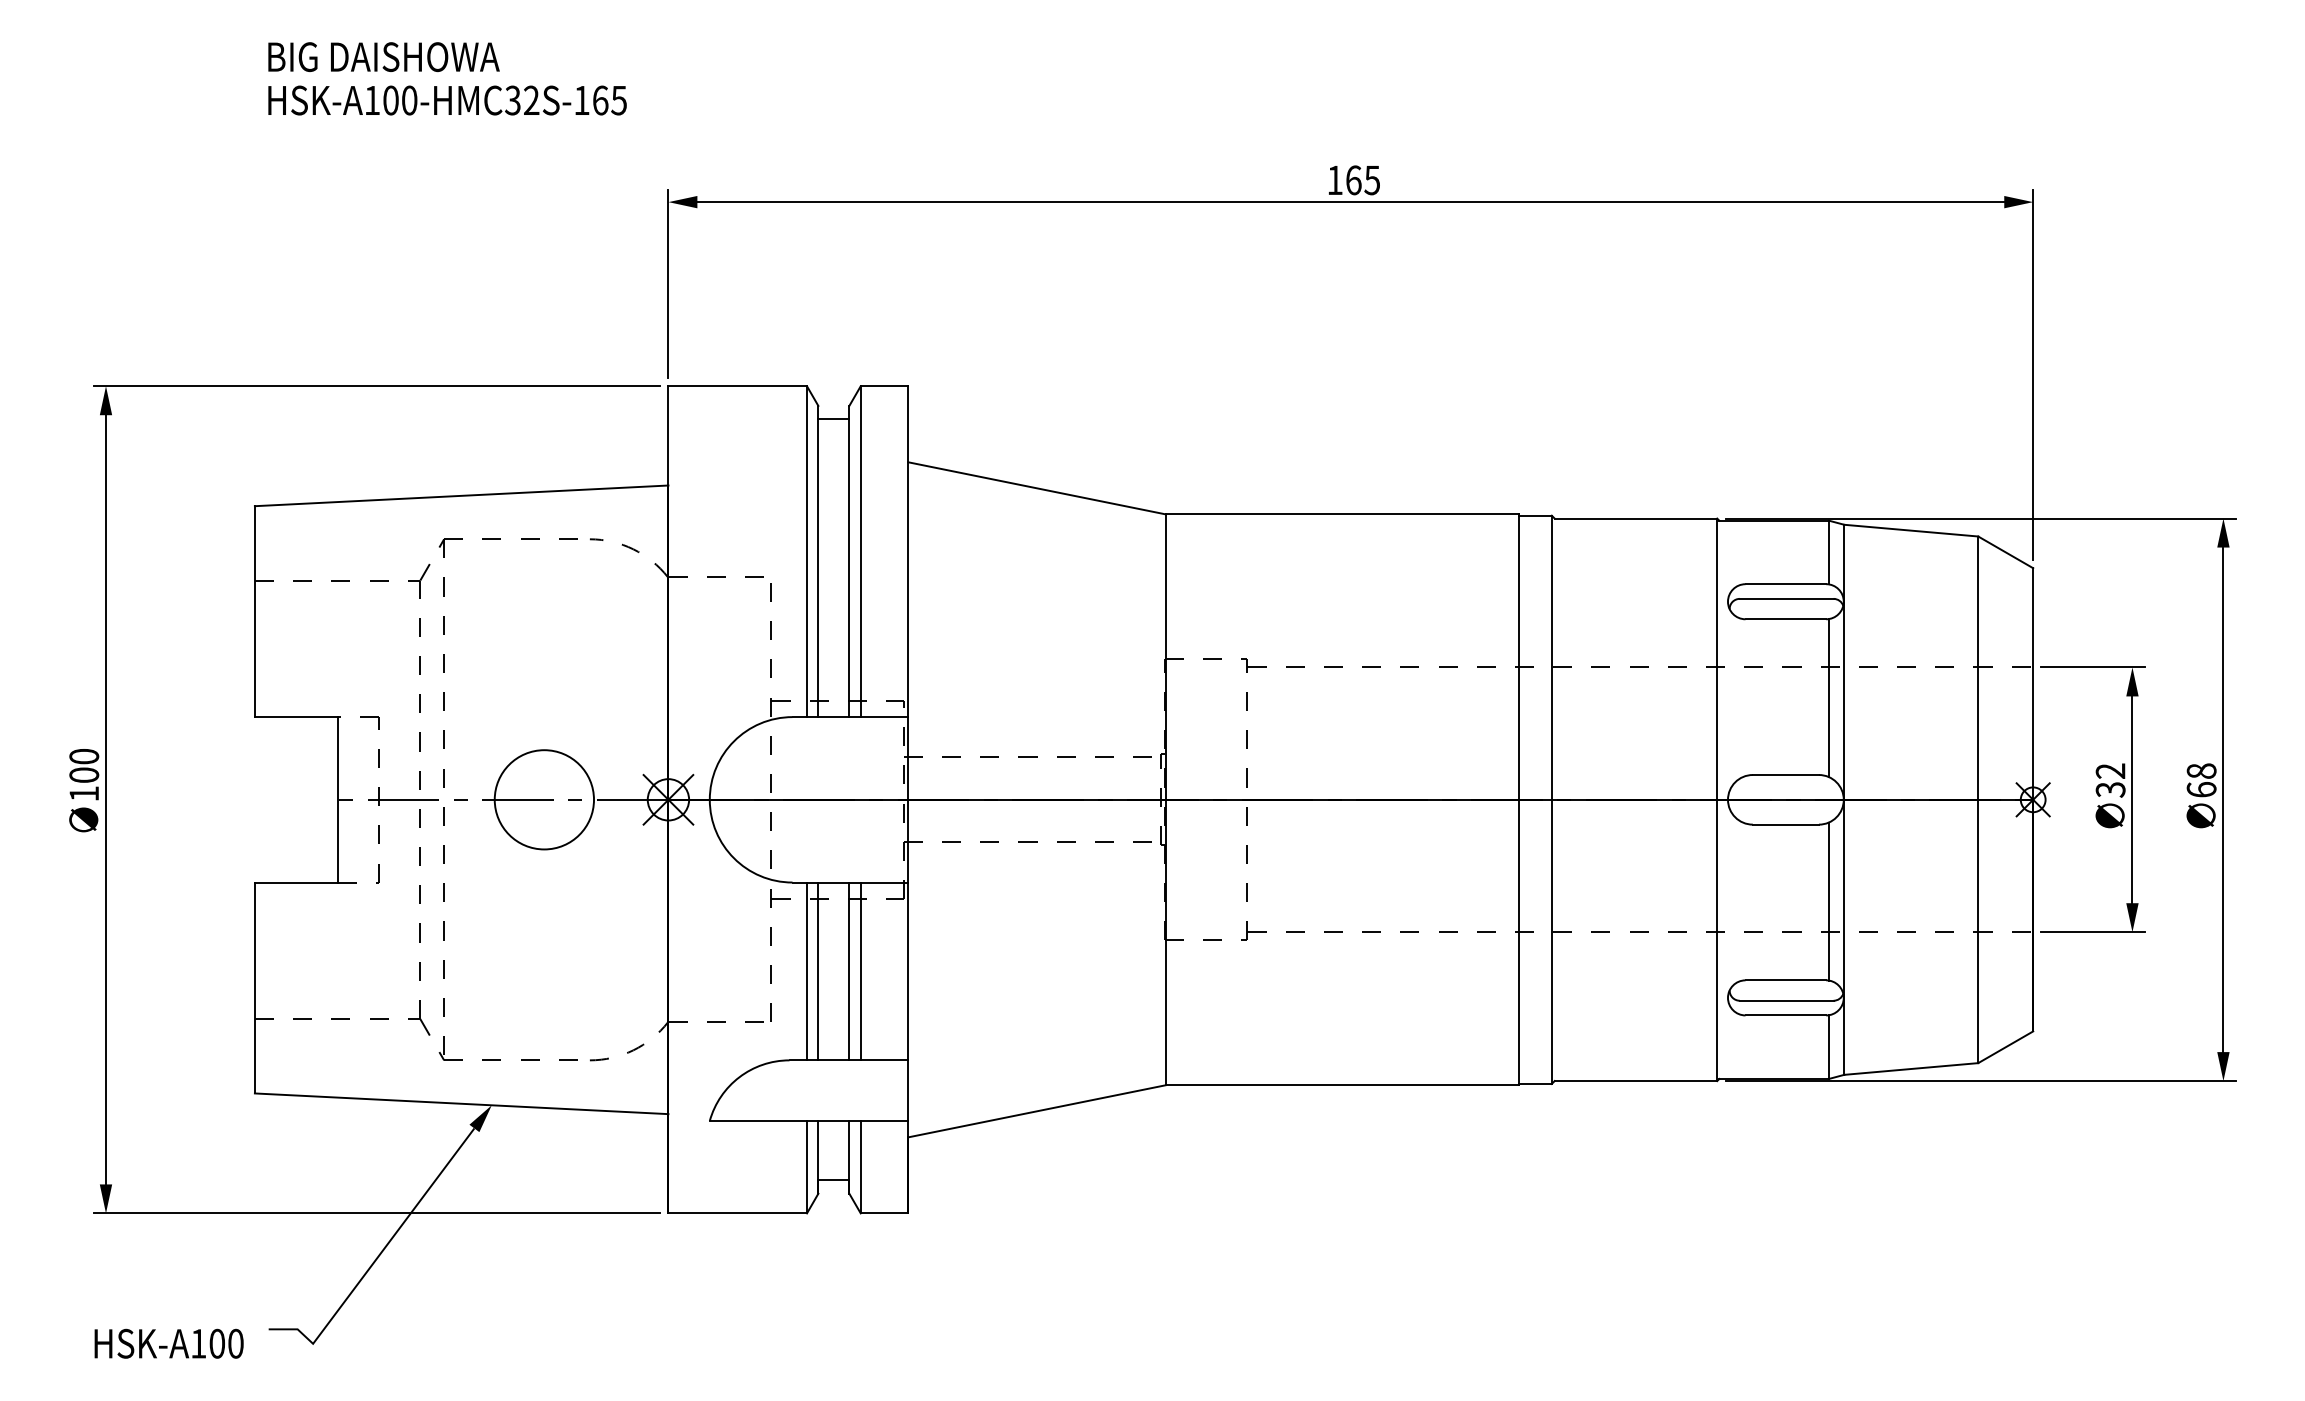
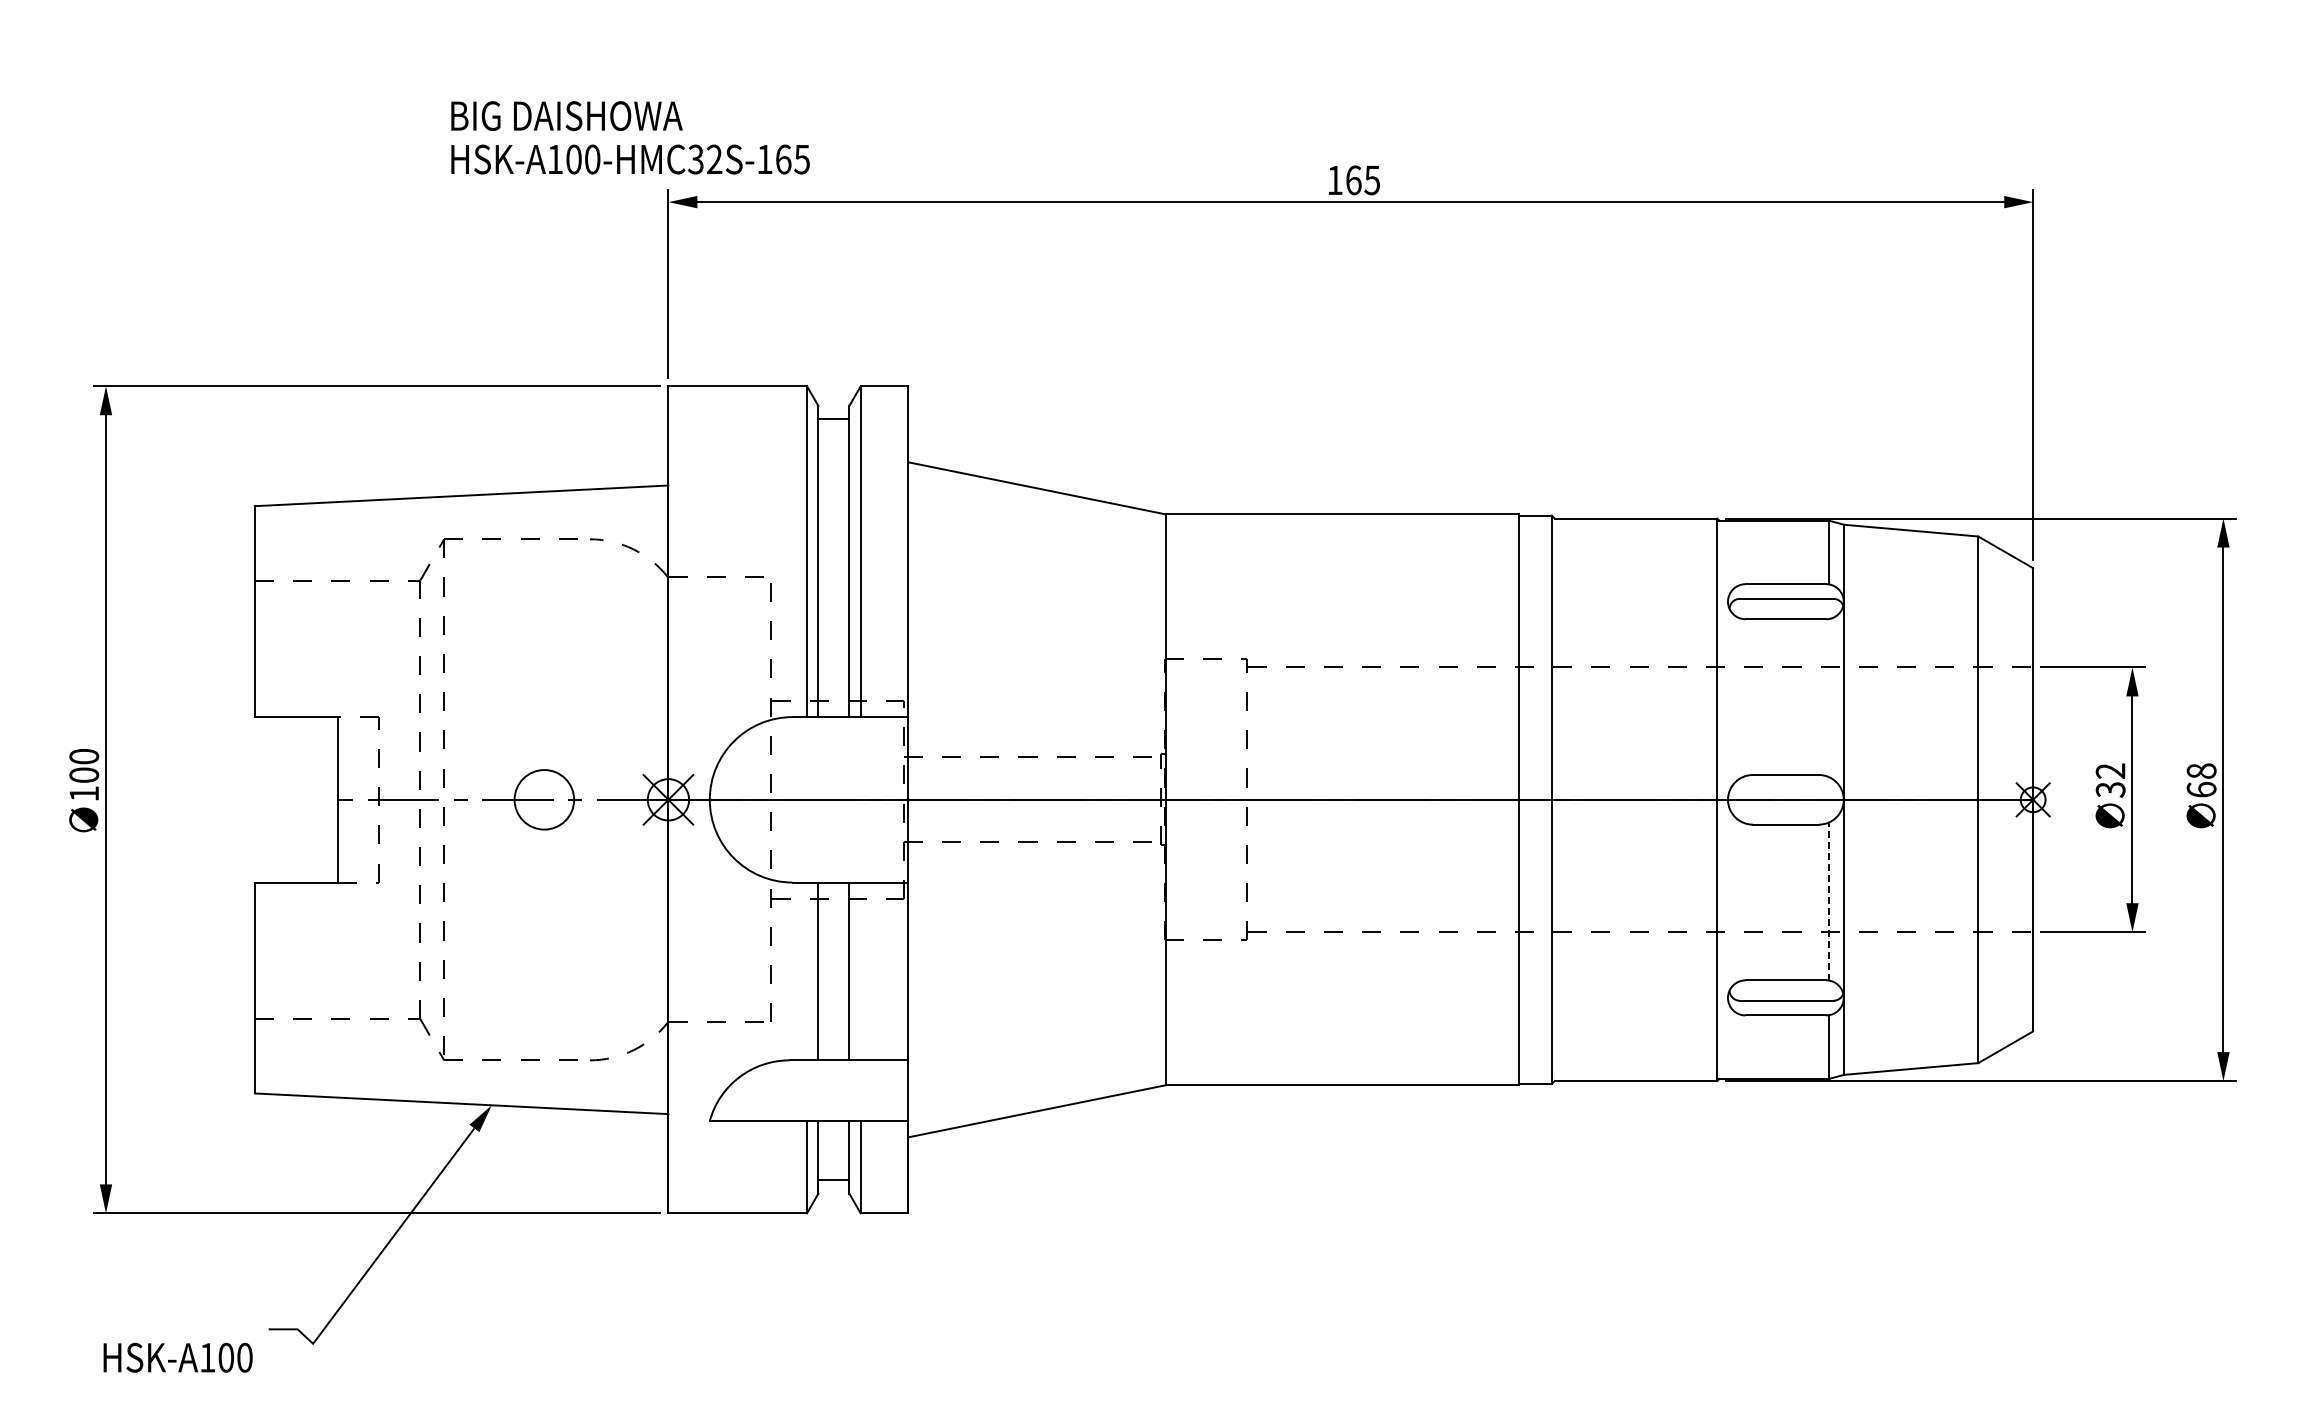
text at (447, 78) position: (447, 78) -> (630, 137)
line at (1828, 698): present -> none
circle at (544, 799) diameter: 99 px -> 60 px
line at (1828, 901): solid -> dashed
line at (807, 971): present -> none
line at (860, 971): present -> none
text at (168, 1343) position: (168, 1343) -> (177, 1357)
